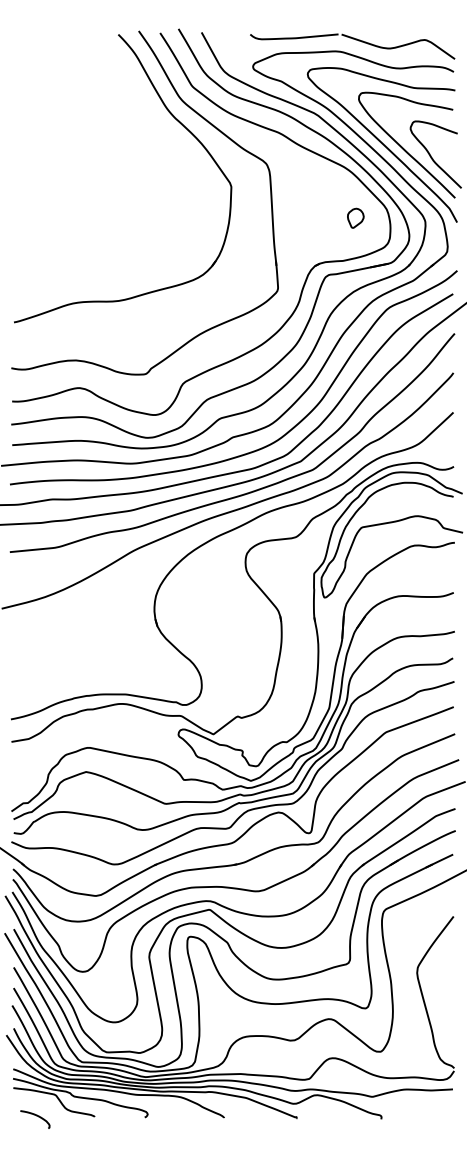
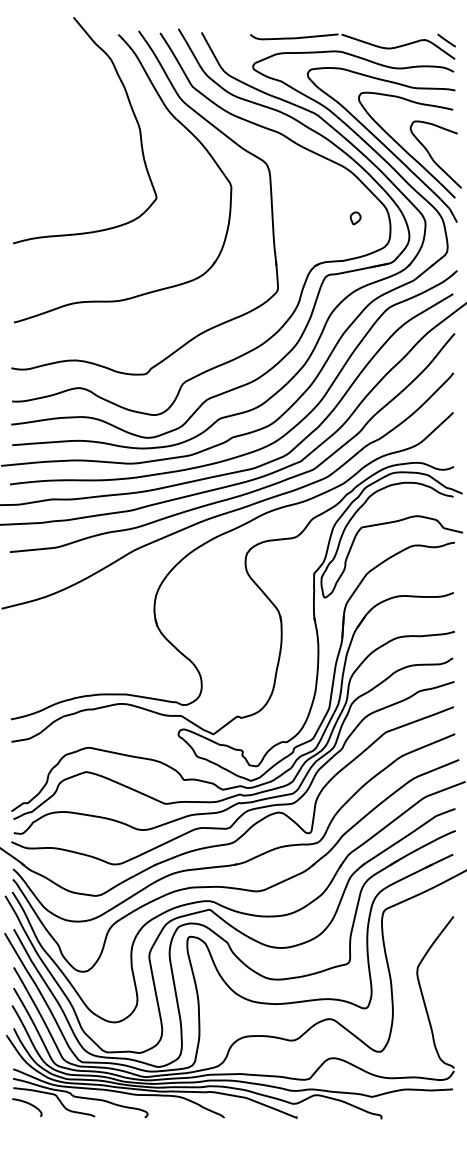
line at (446, 40): none -> present
curve at (131, 110): none -> present
part at (355, 217) size: 18x22 px -> 13x15 px
curve at (36, 1116) position: (36, 1116) -> (28, 1104)
